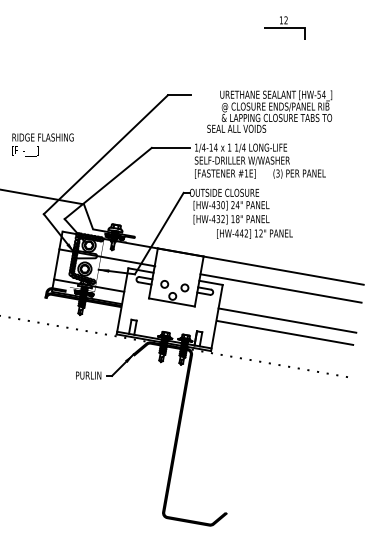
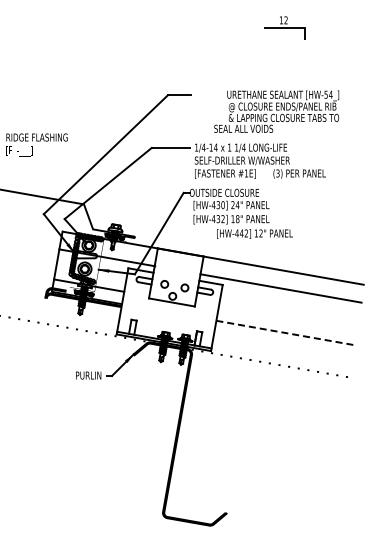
text at (269, 111) position: (269, 111) -> (276, 111)
text at (42, 144) position: (42, 144) -> (36, 144)
line at (287, 320): present -> none
line at (285, 332): solid -> dashed
